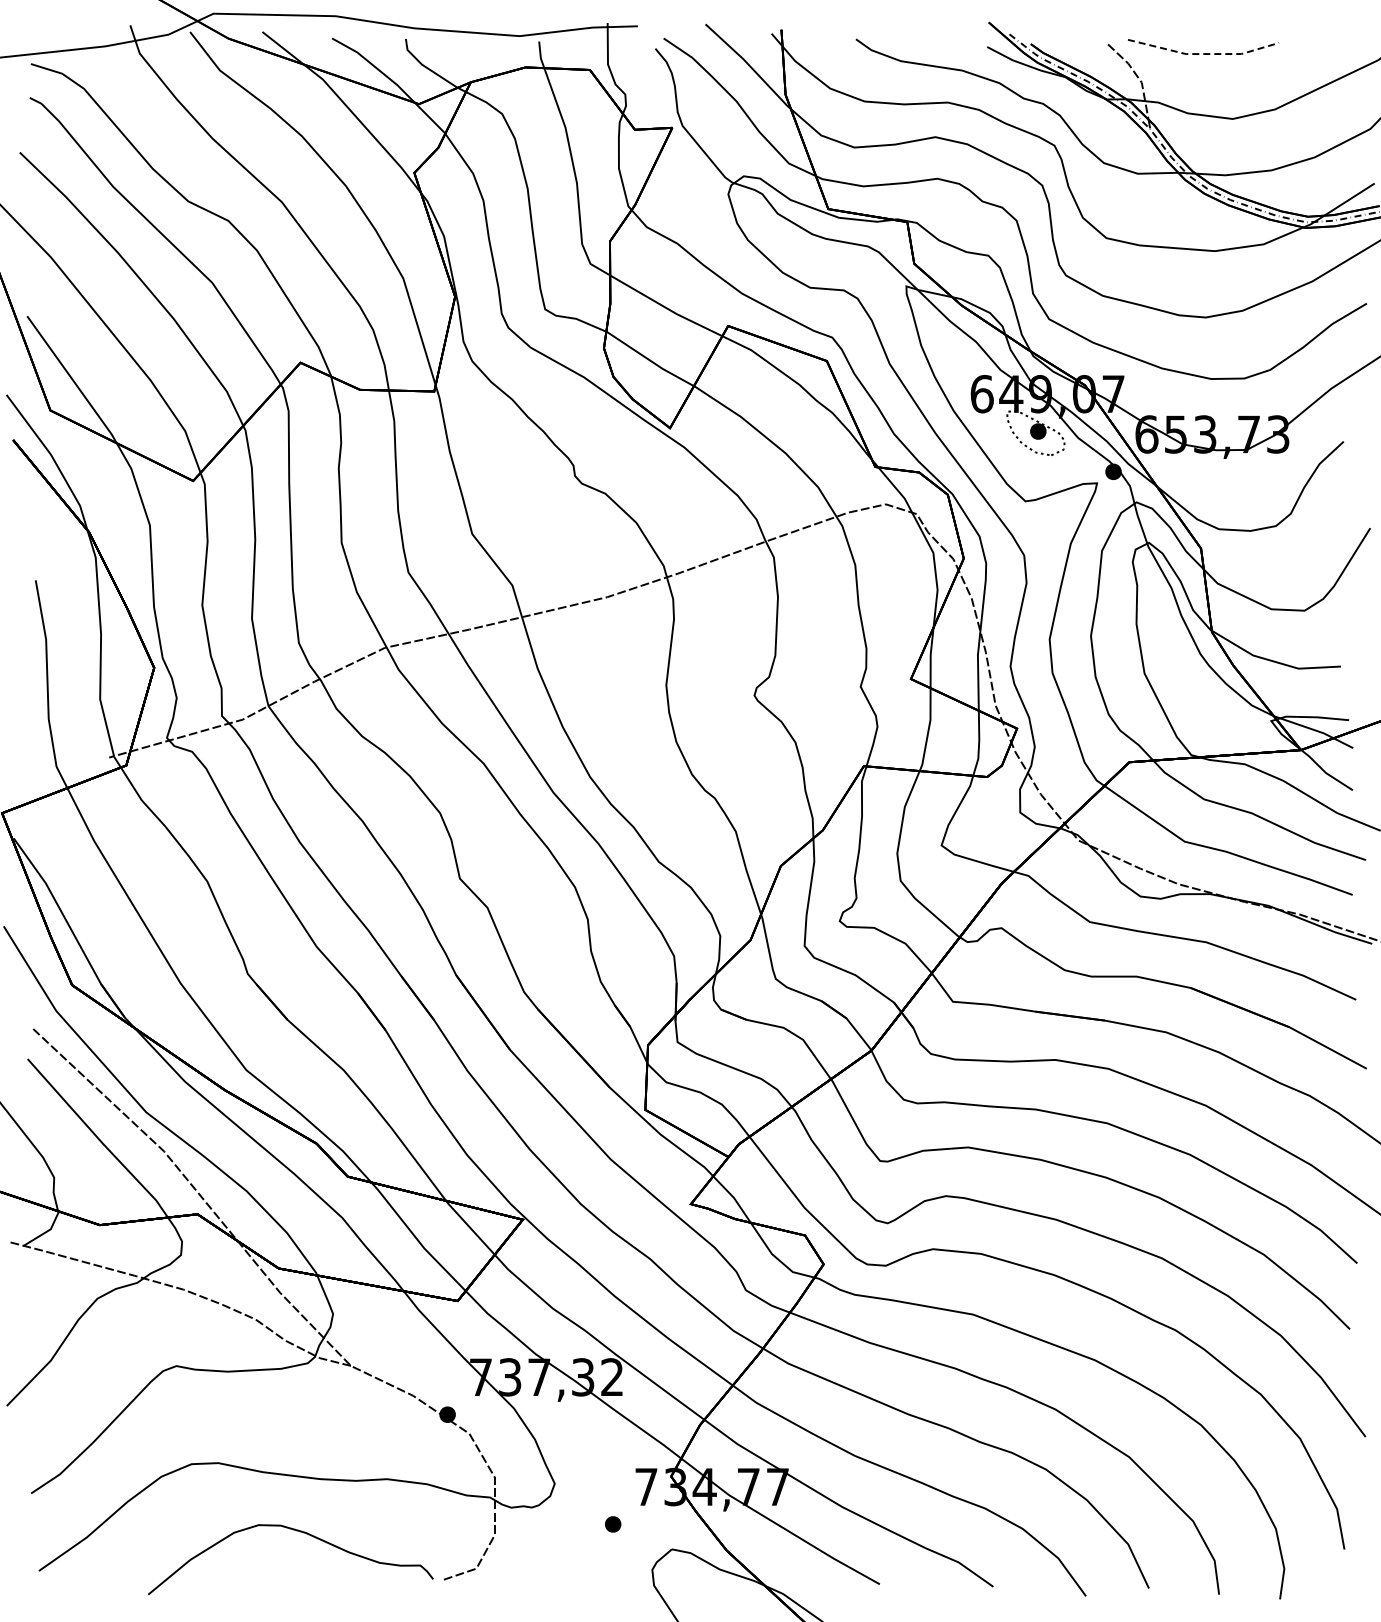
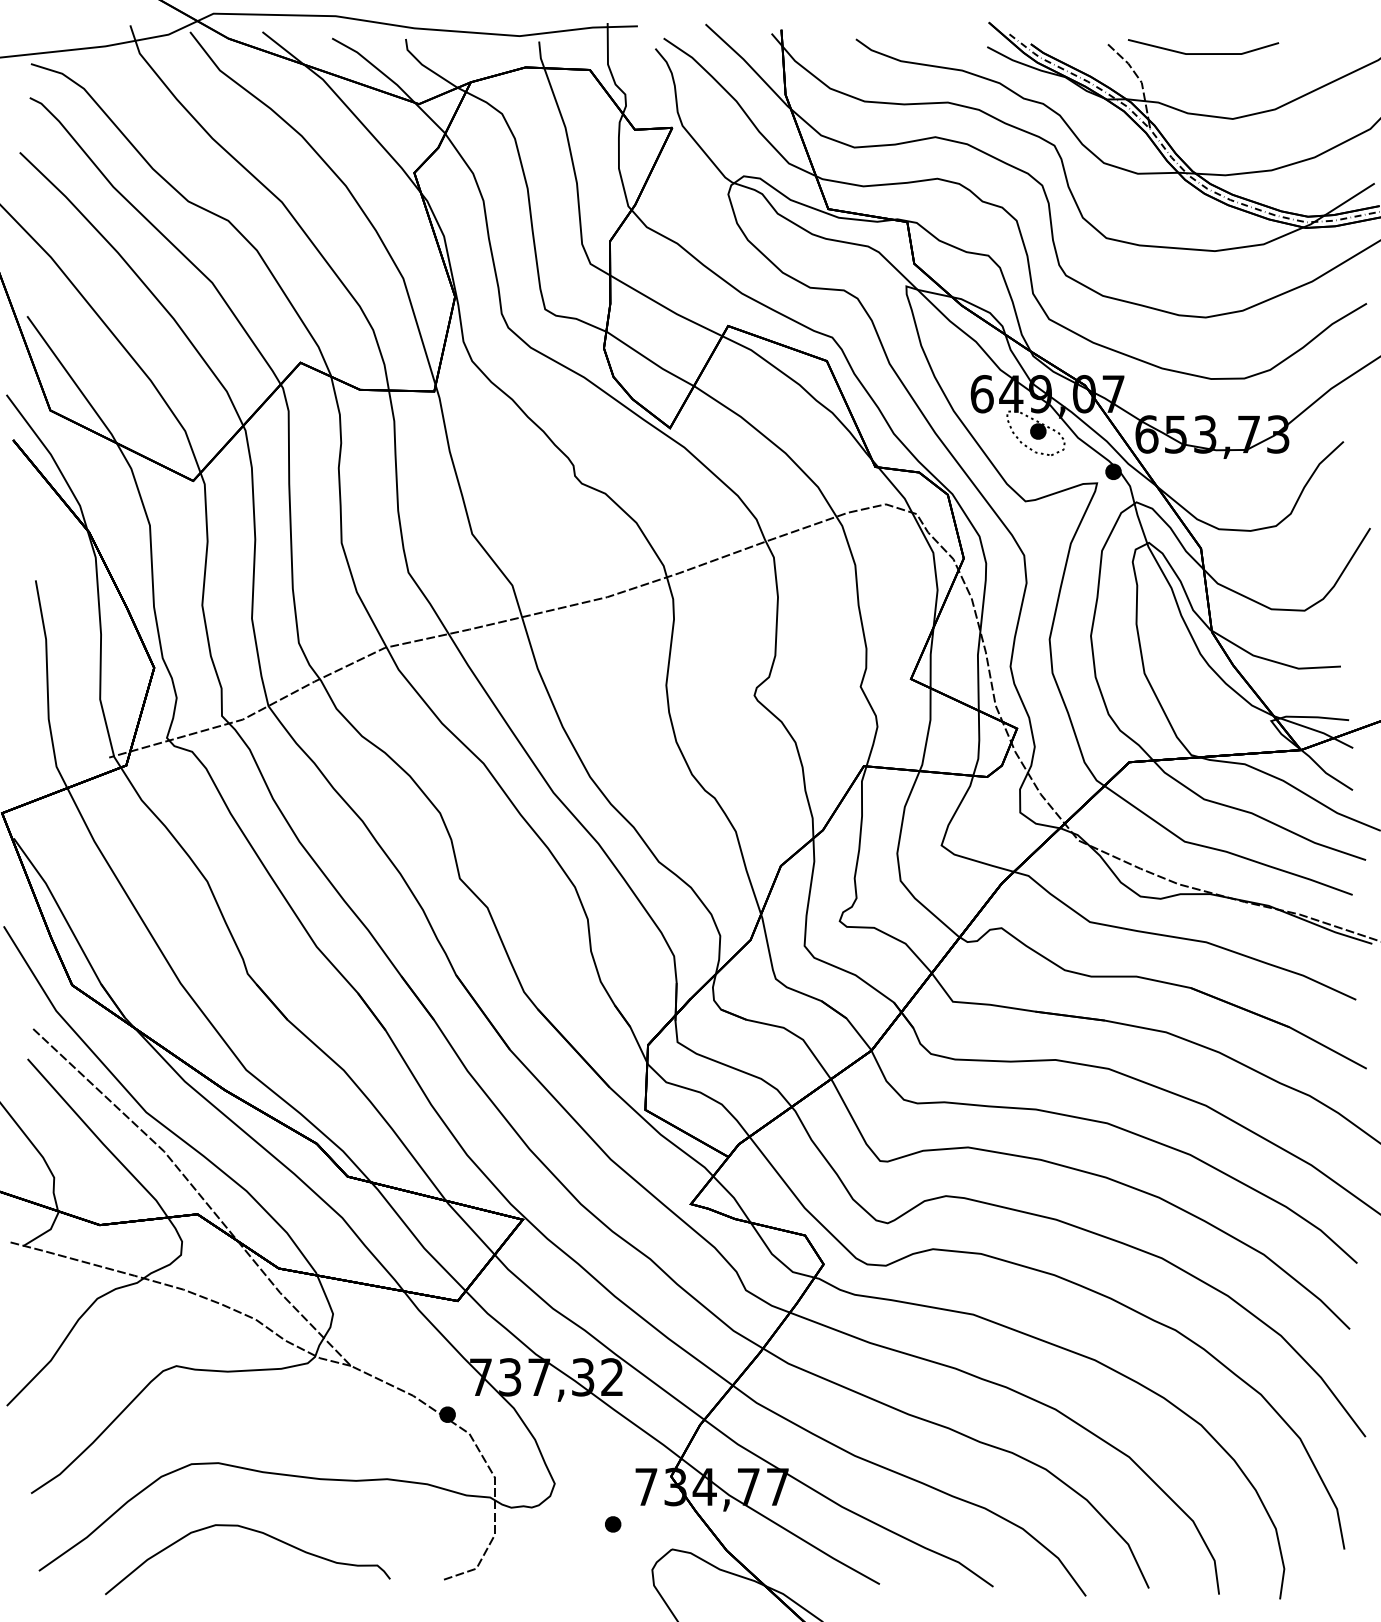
line at (1203, 54): dashed -> solid
curve at (296, 1531) position: (296, 1531) -> (253, 1531)
